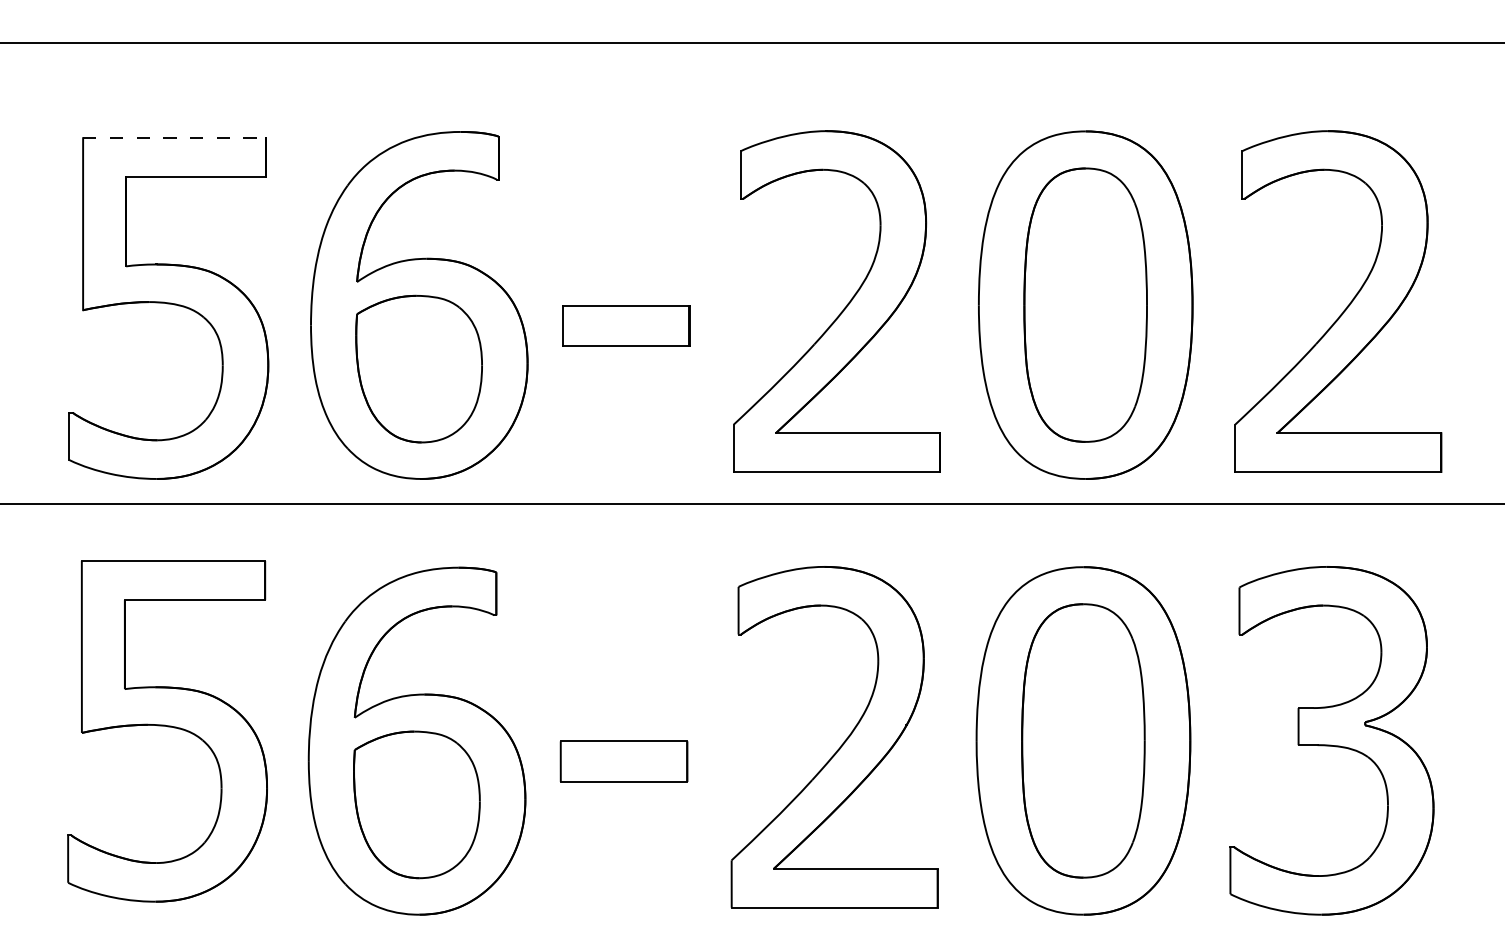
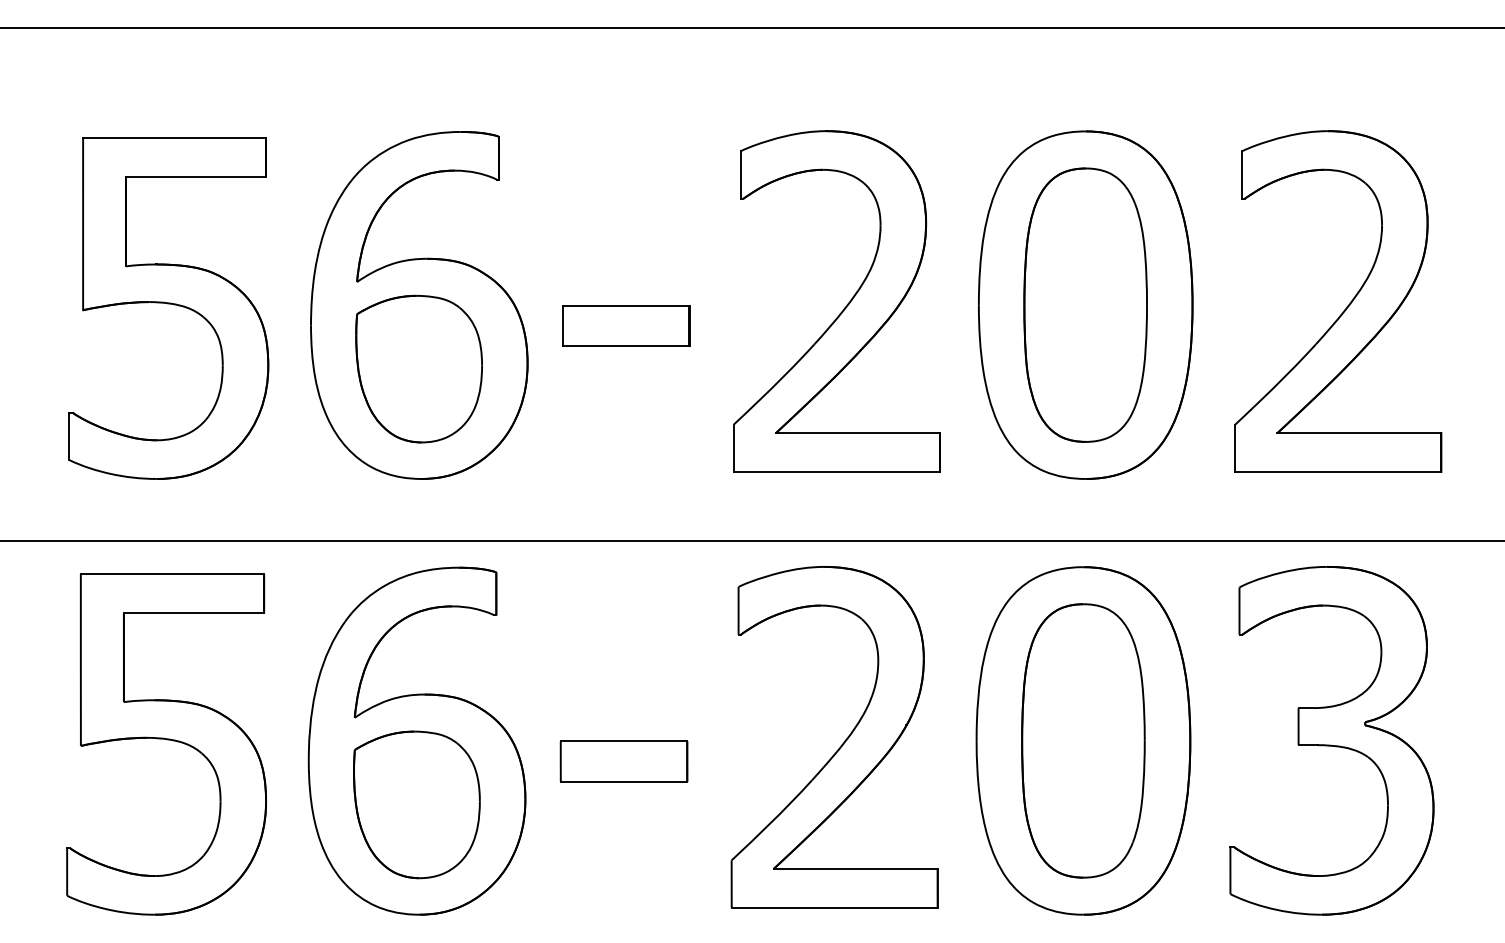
line at (751, 43) position: (751, 43) -> (751, 28)
line at (174, 138): dashed -> solid
line at (751, 504) position: (751, 504) -> (751, 541)
part at (167, 731) position: (167, 731) -> (166, 744)
